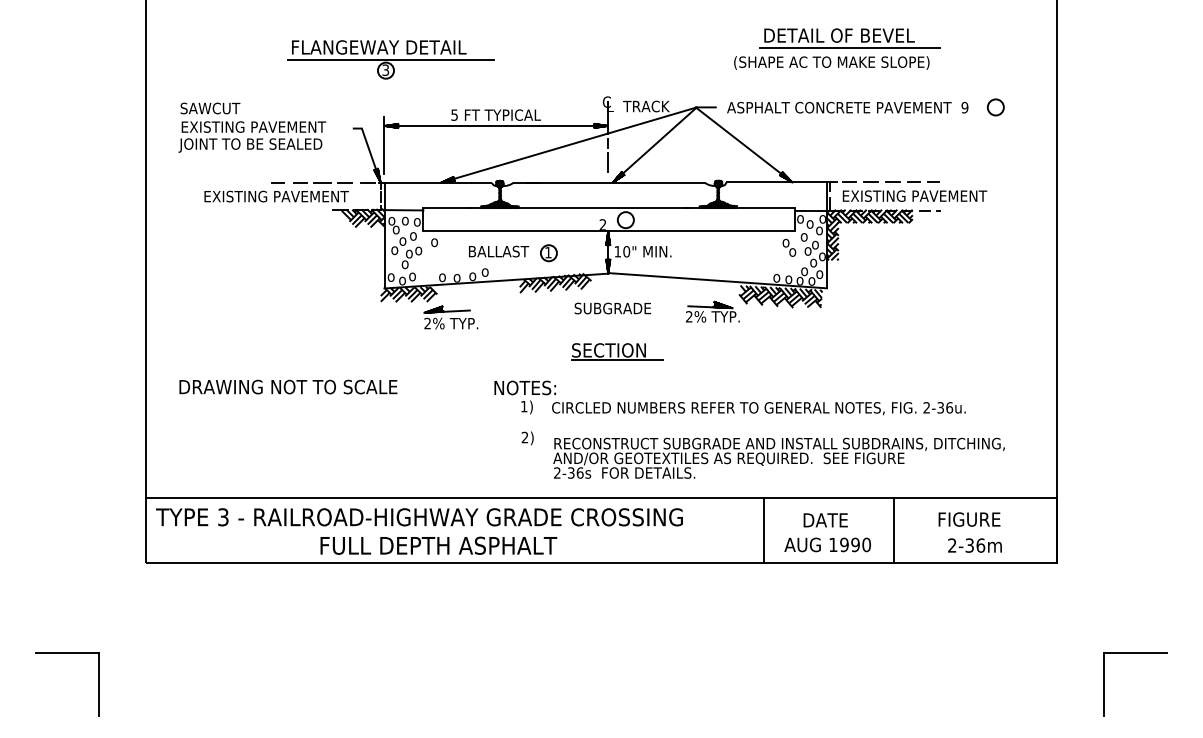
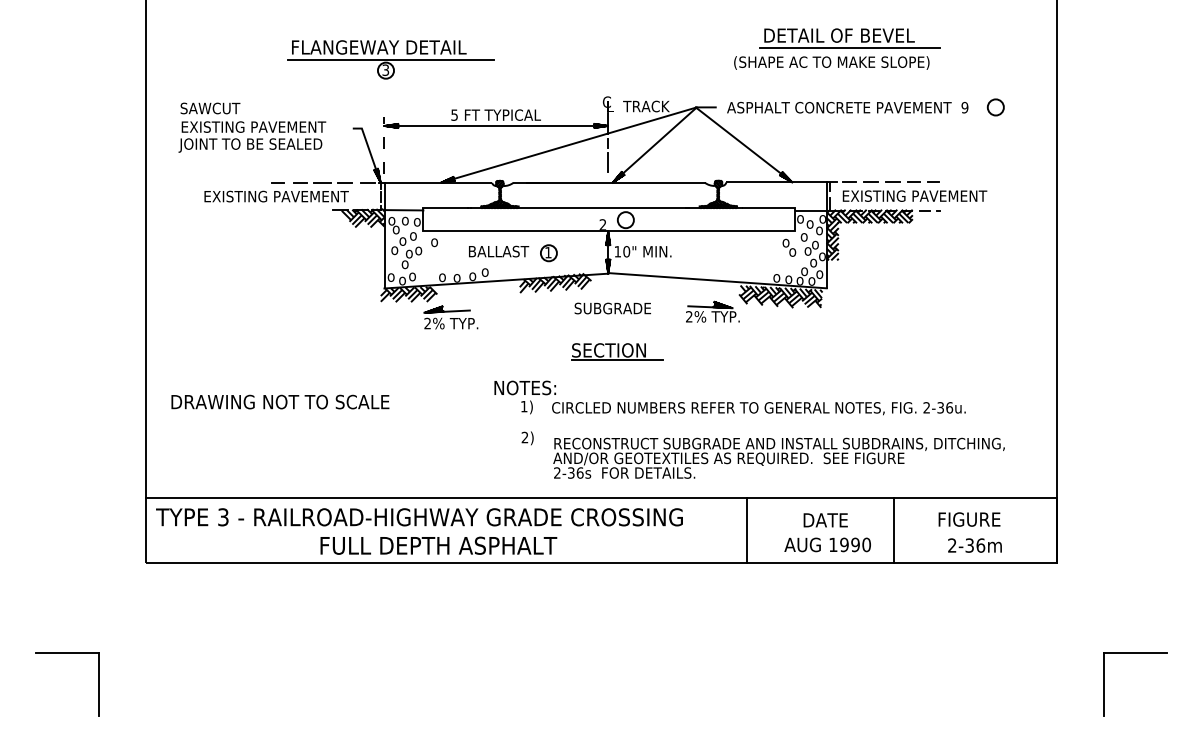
line at (384, 145): solid -> dashed
text at (288, 386) position: (288, 386) -> (280, 401)
line at (763, 529) position: (763, 529) -> (746, 529)
